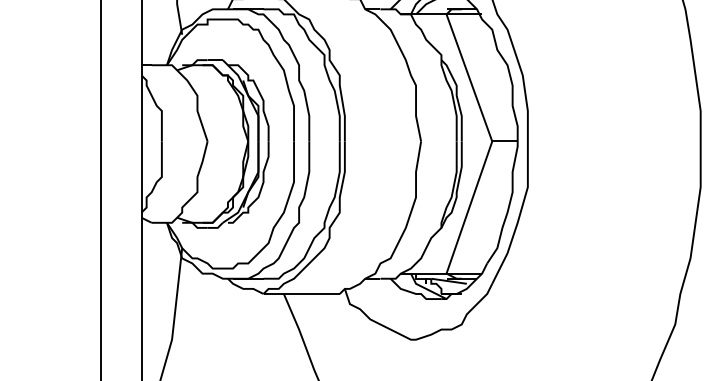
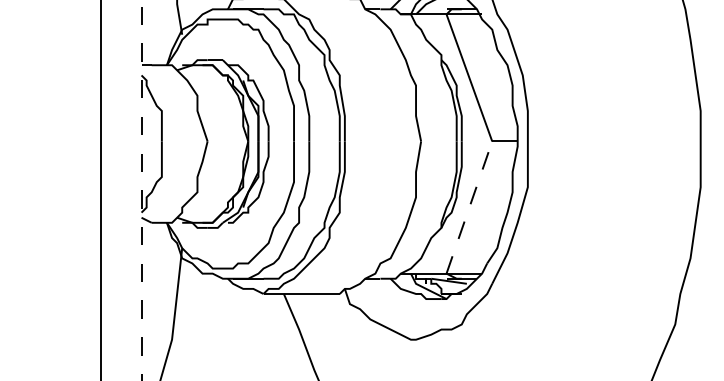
line at (141, 190): solid -> dashed
line at (469, 207): solid -> dashed
